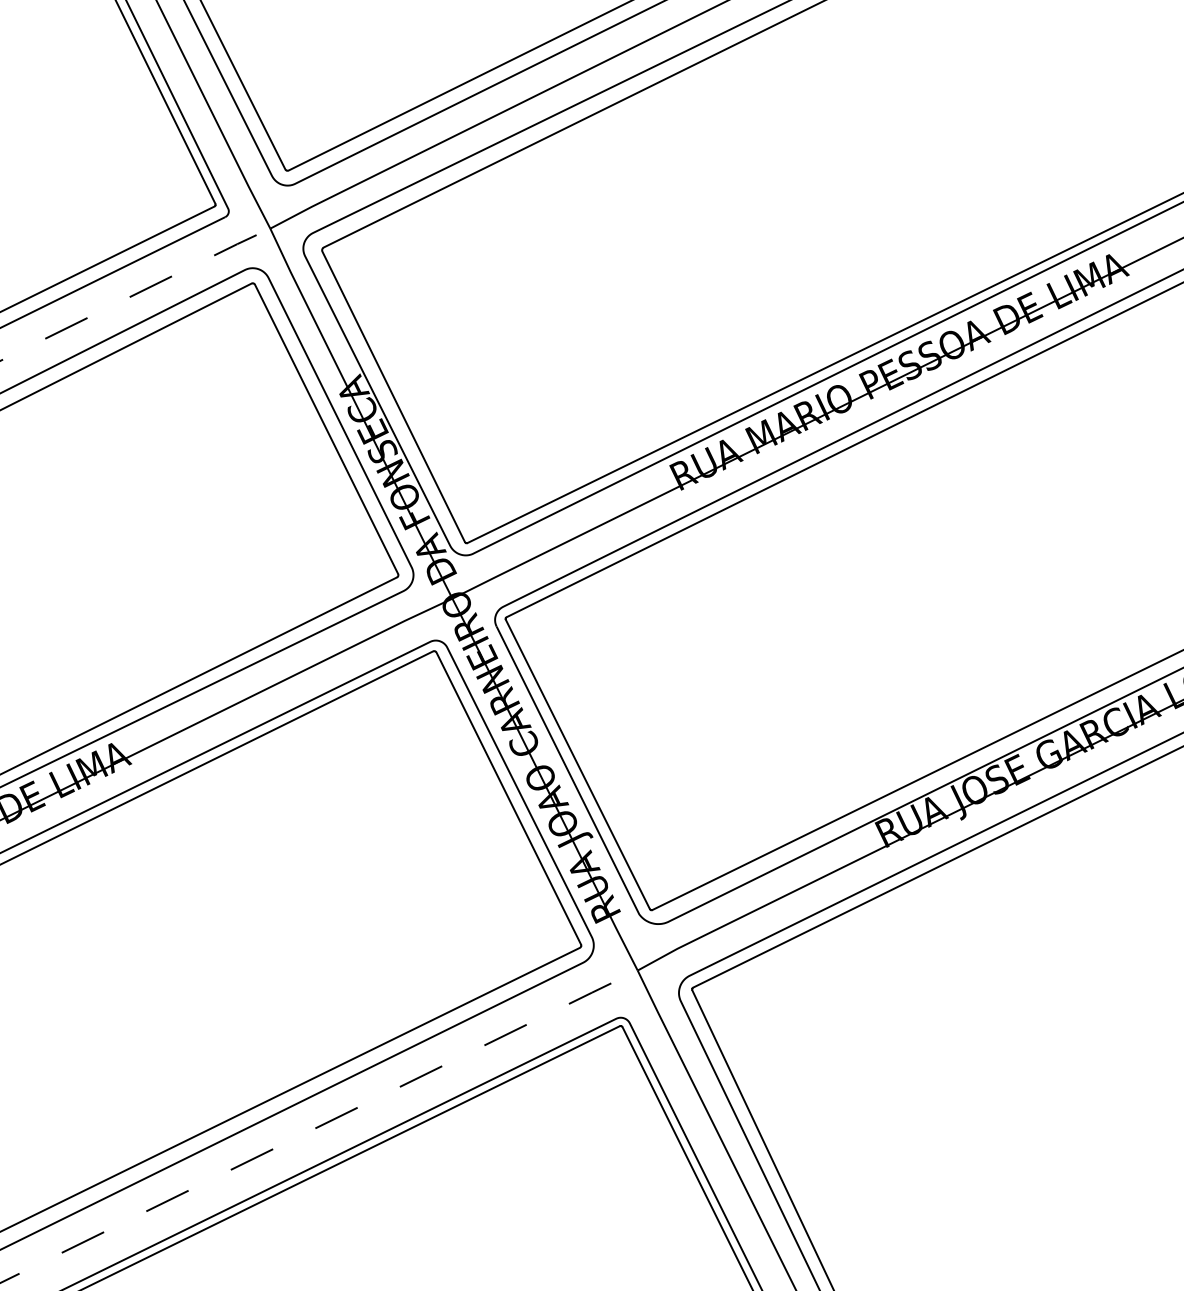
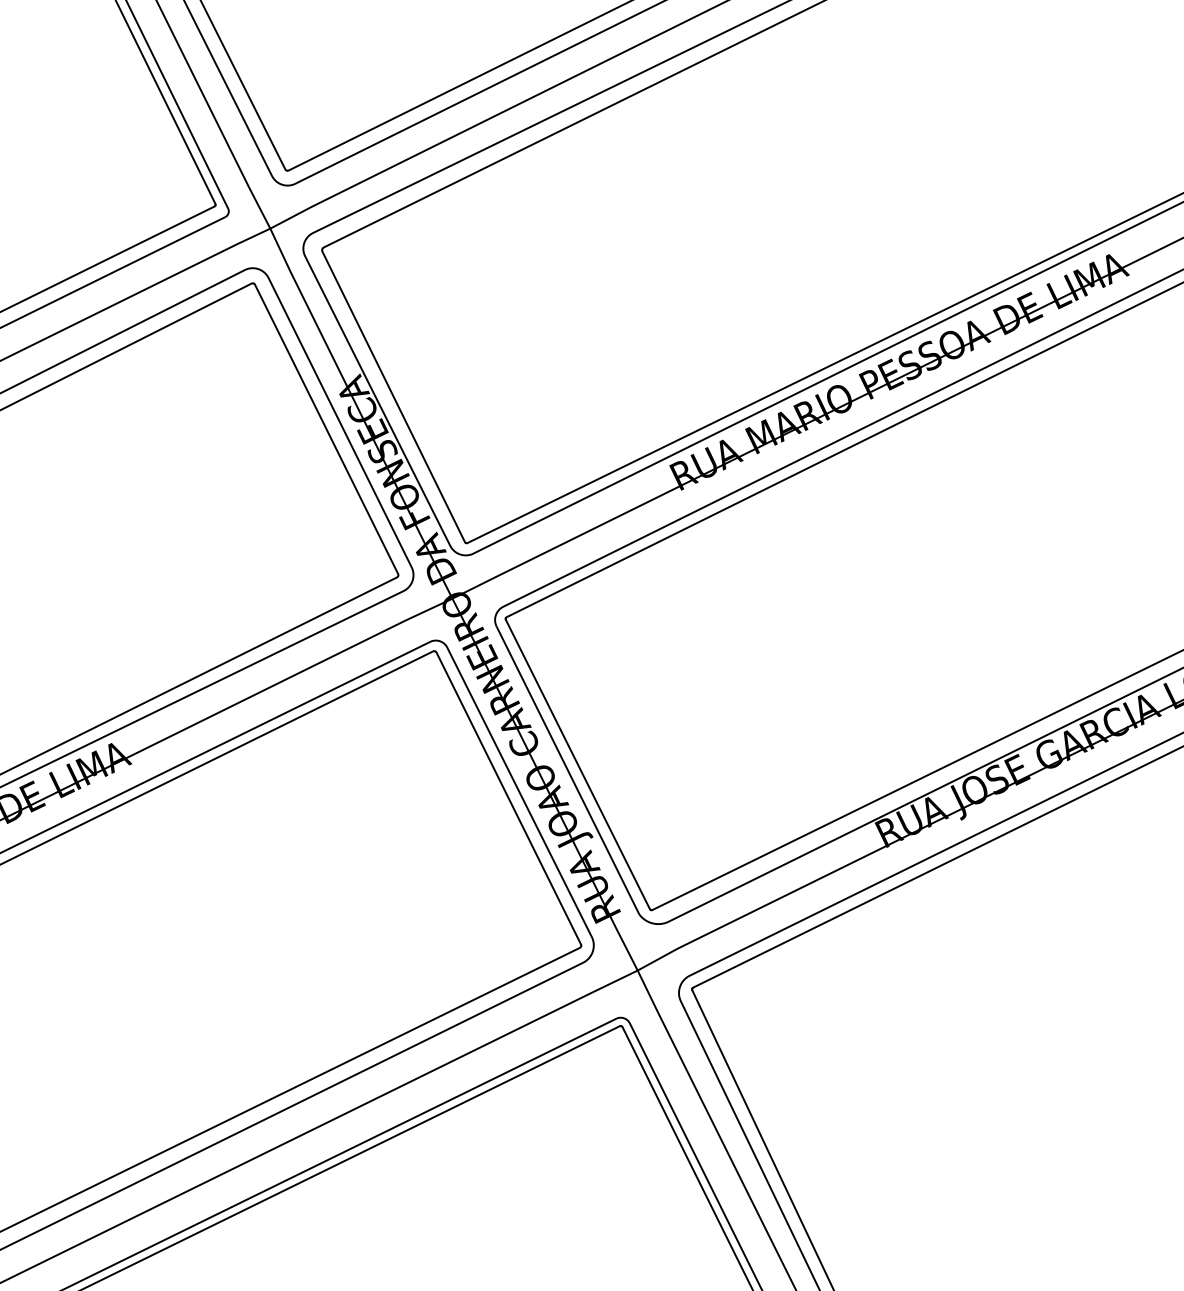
line at (135, 294): dashed -> solid
line at (320, 1126): dashed -> solid
